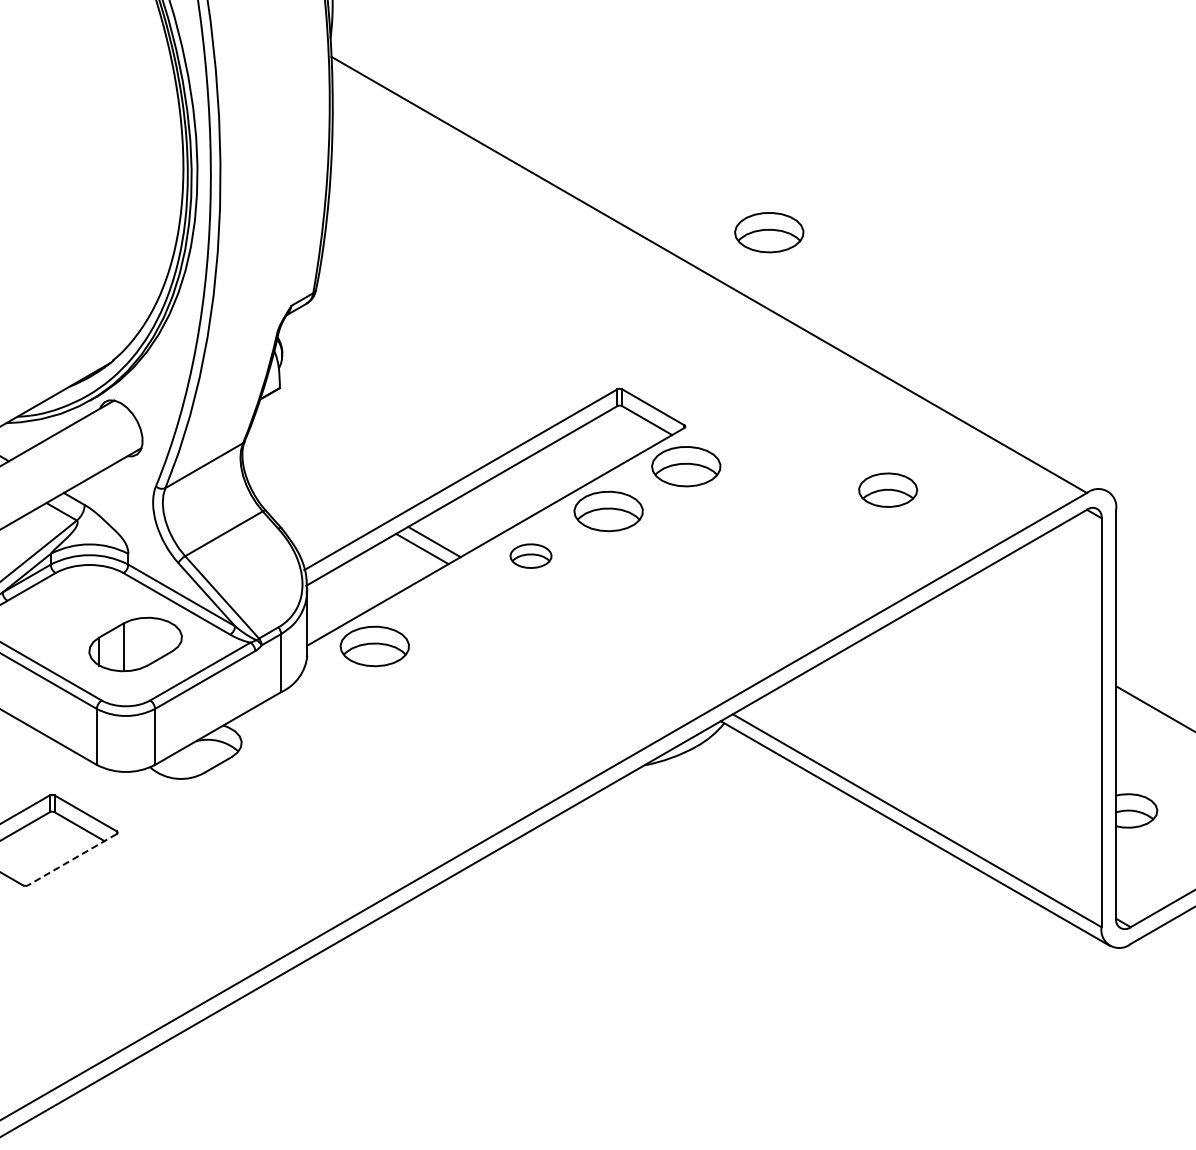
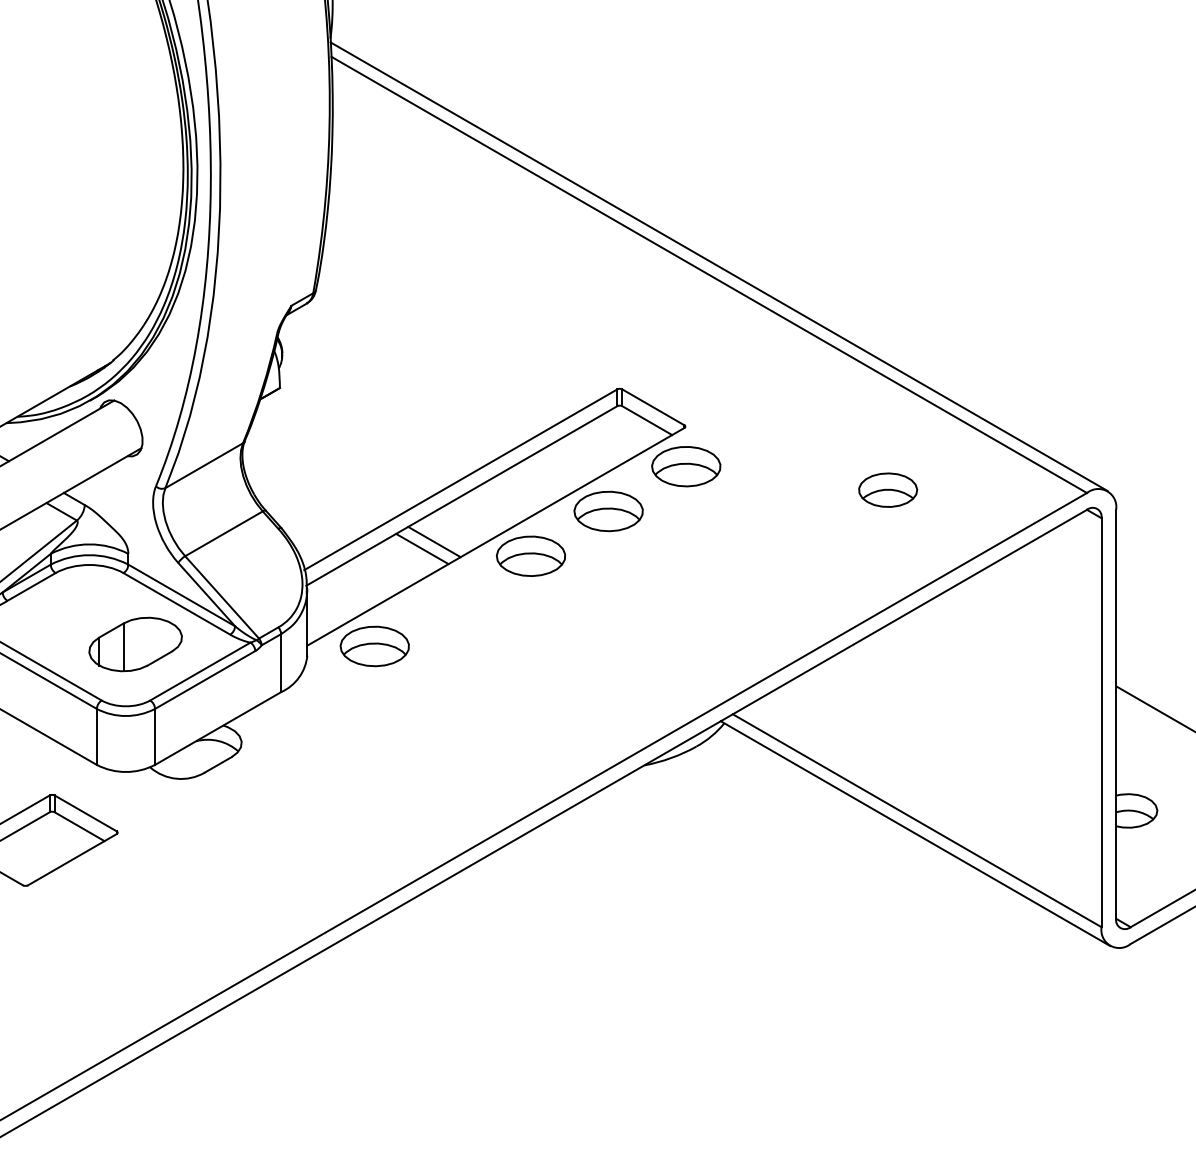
part at (769, 232): present -> none
line at (718, 266): none -> present
part at (530, 555) size: 44x26 px -> 72x42 px
line at (71, 860): dashed -> solid
